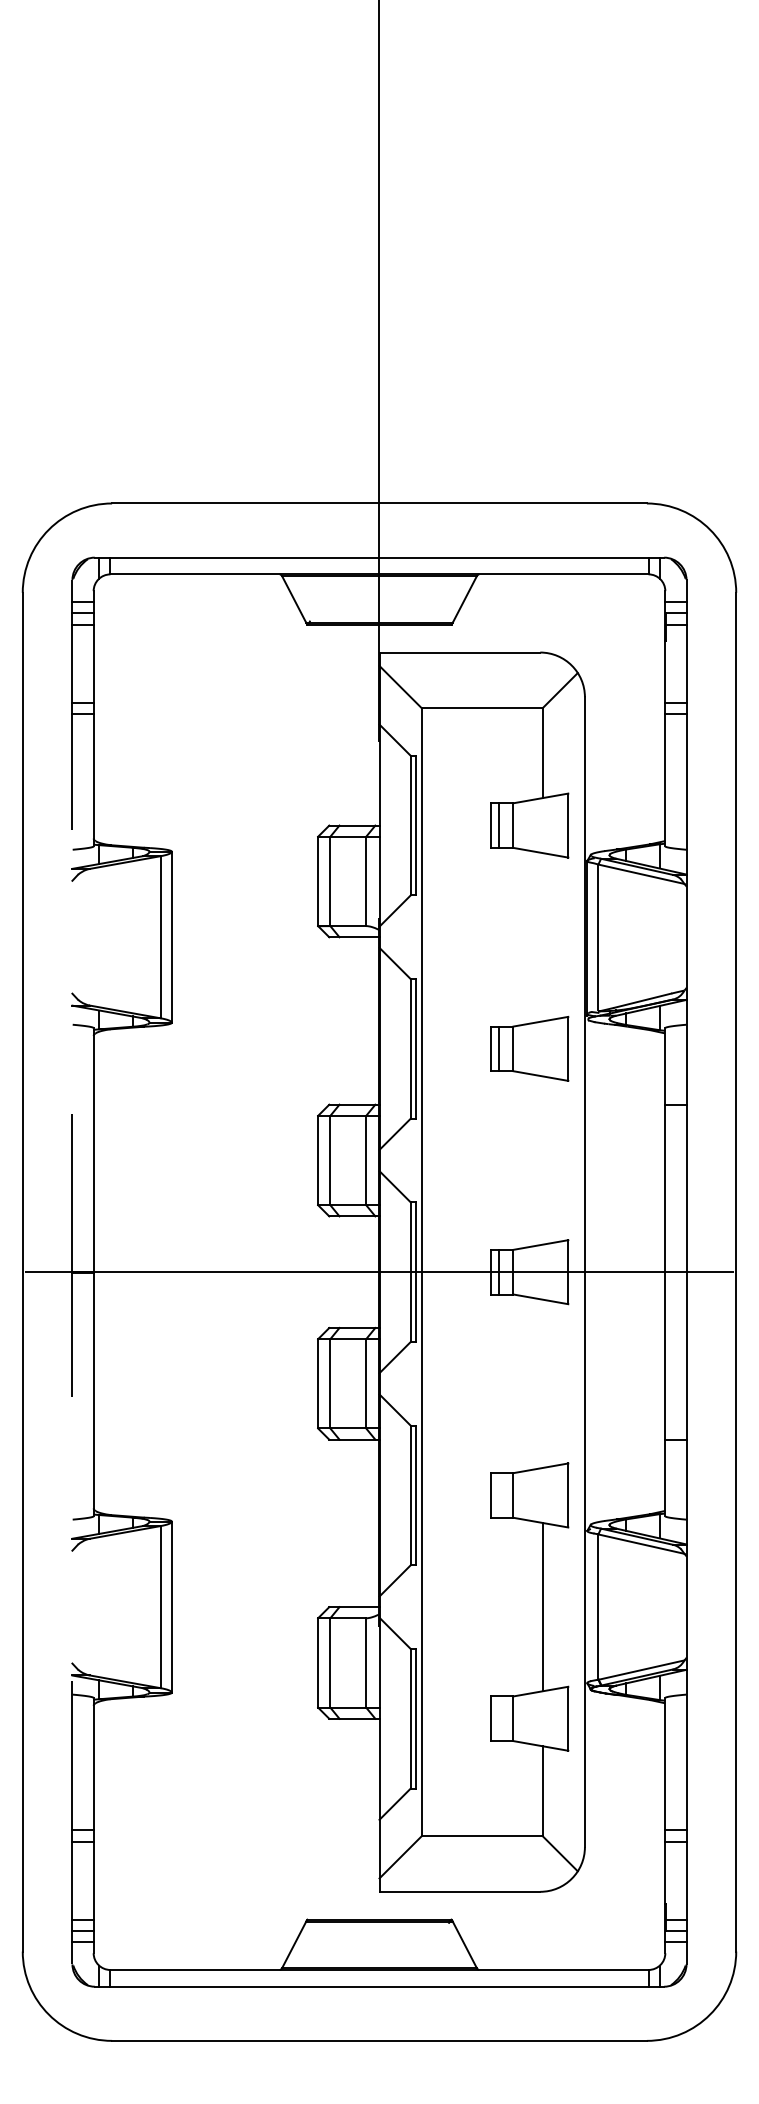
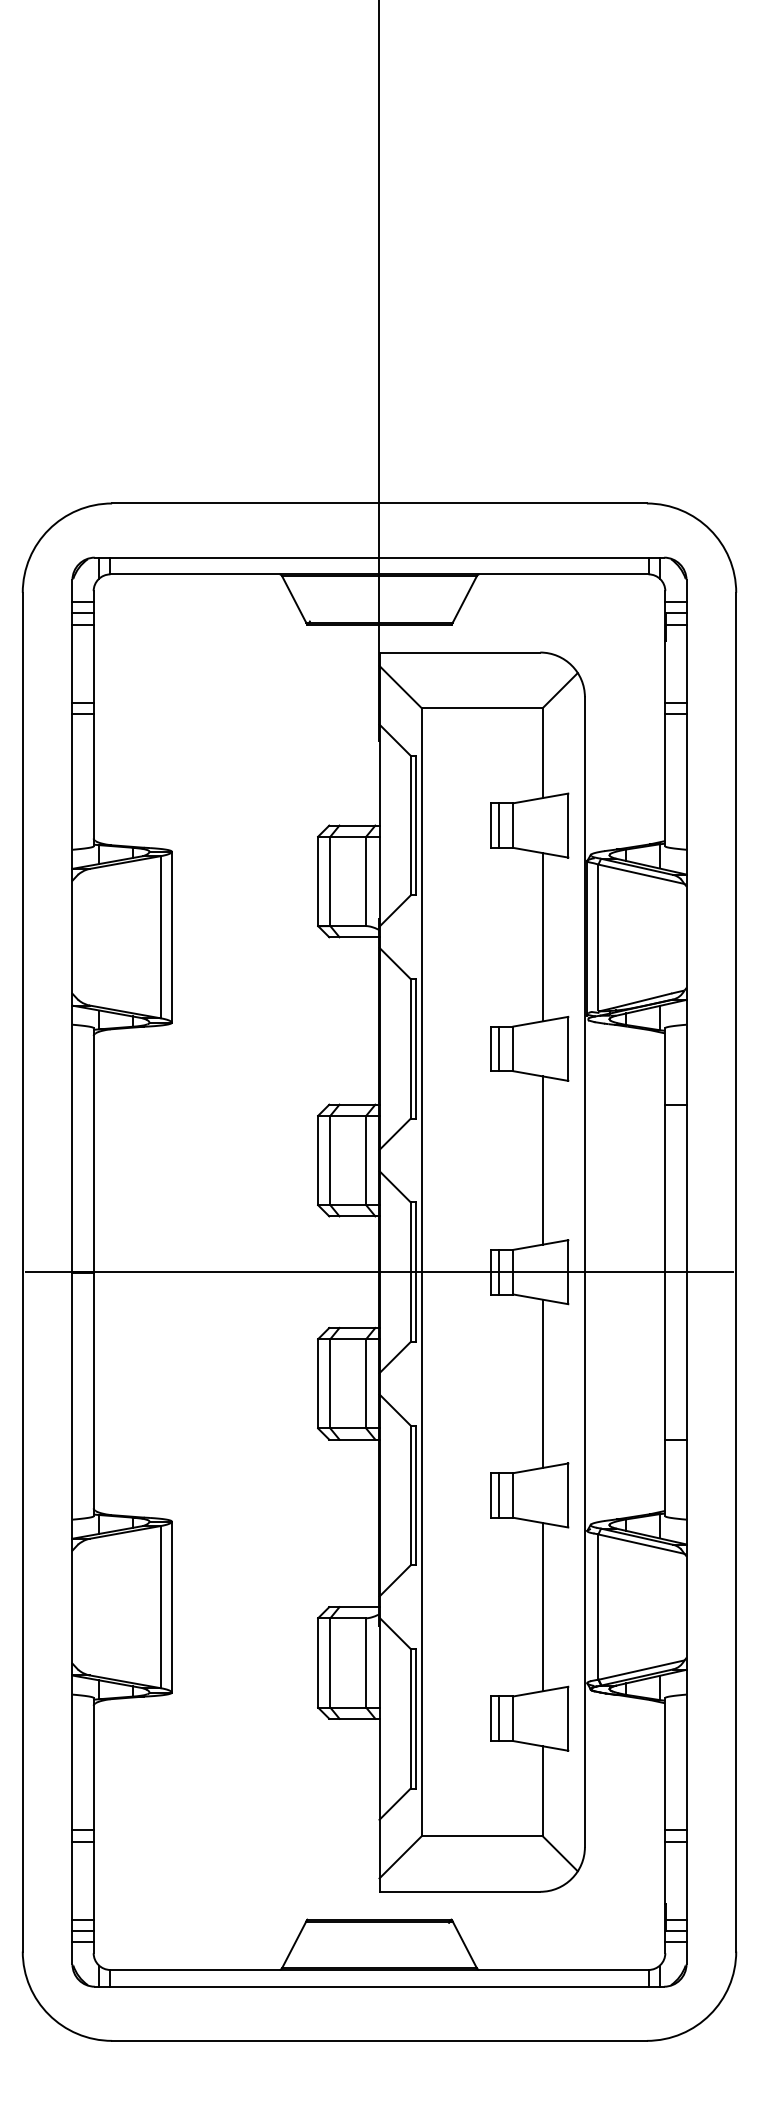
line at (542, 937): none -> present
line at (542, 1160): none -> present
line at (72, 1271): dashed -> solid
line at (542, 1383): none -> present
line at (498, 1495): none -> present
line at (498, 1718): none -> present
